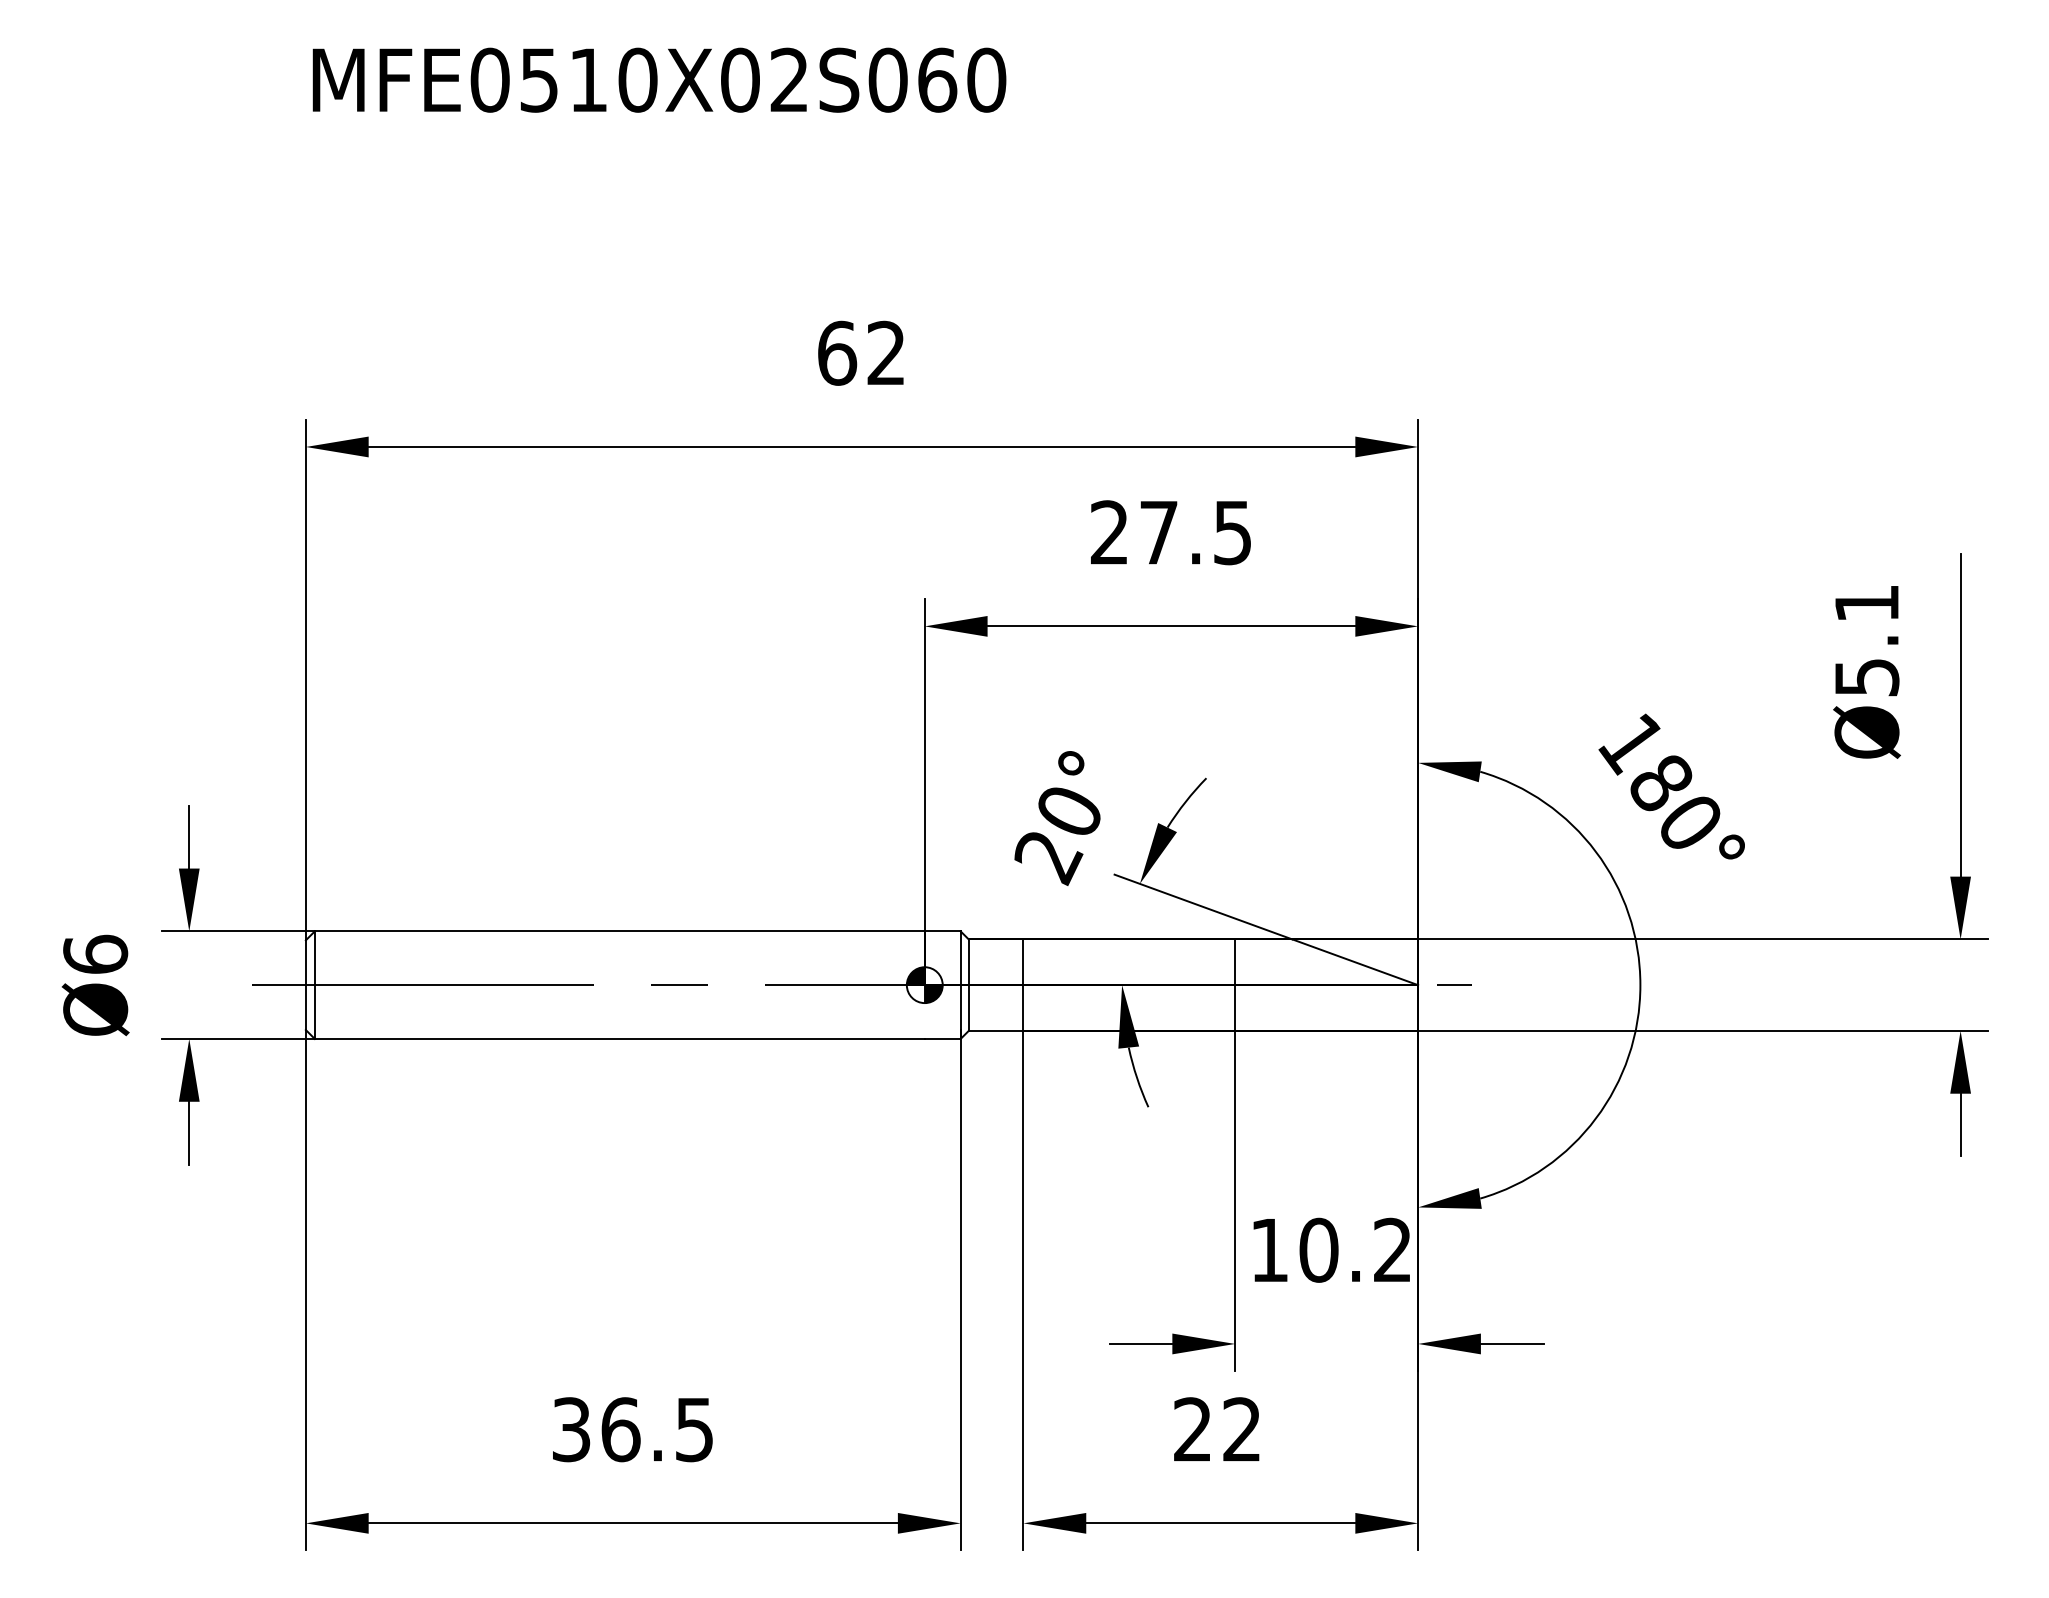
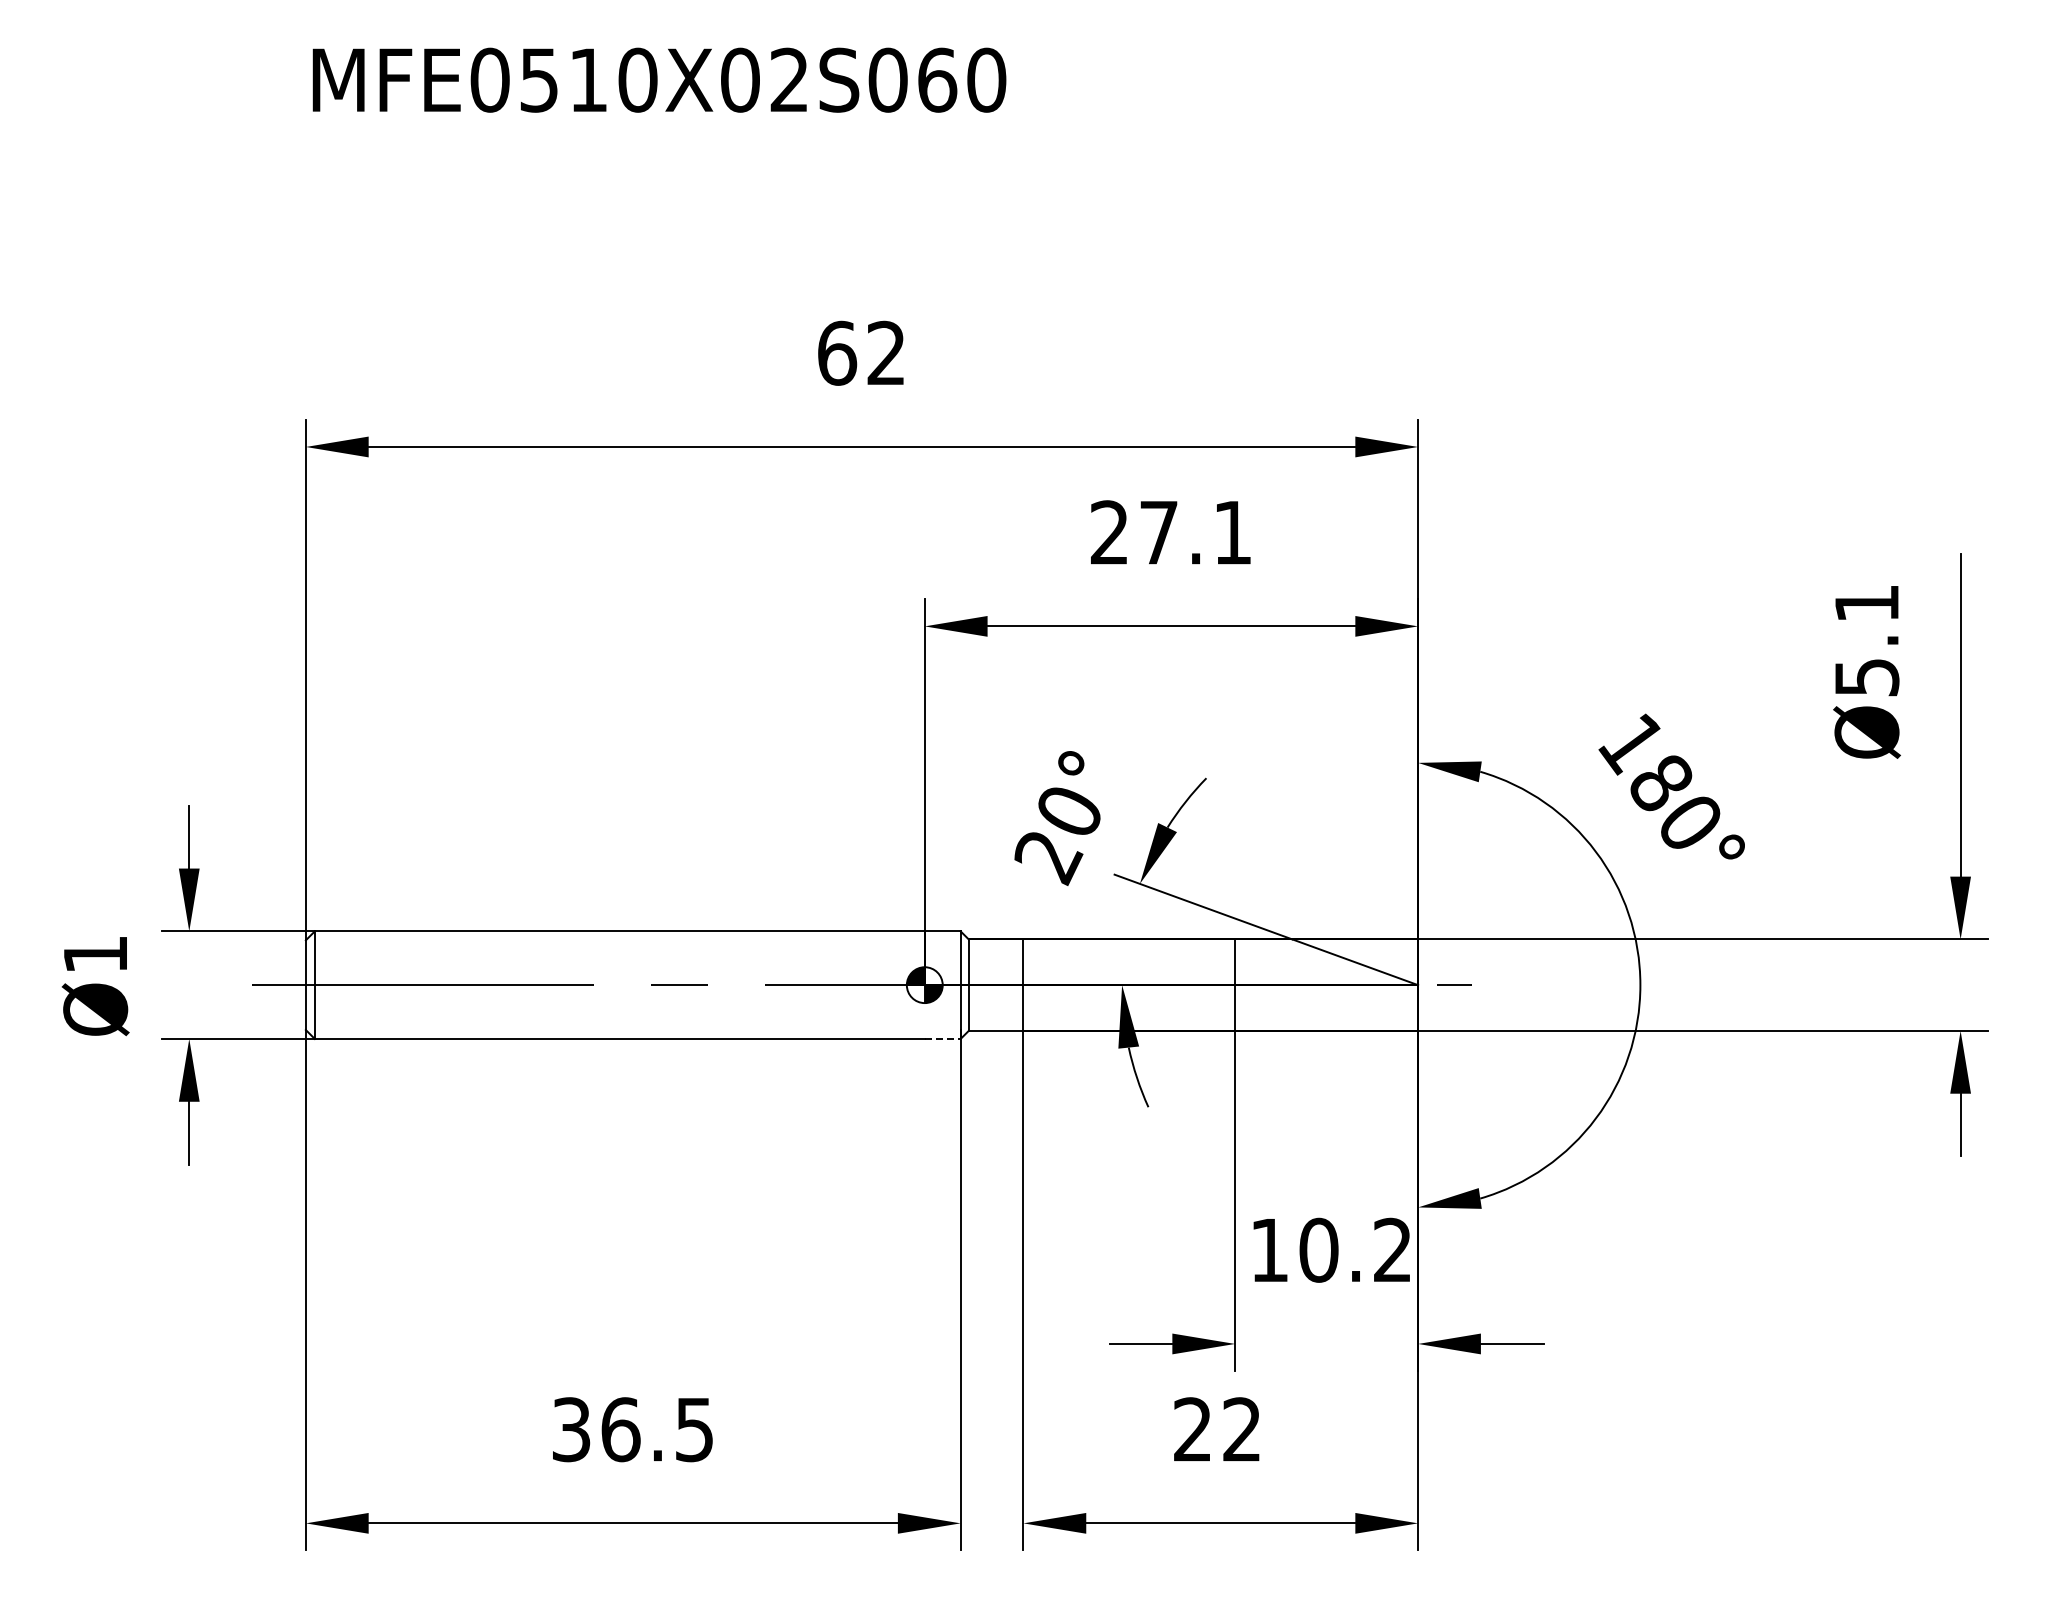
text at (1232, 533): 27.5 -> 27.1
text at (95, 953): Ø6 -> Ø1
line at (942, 1038): solid -> dashed
